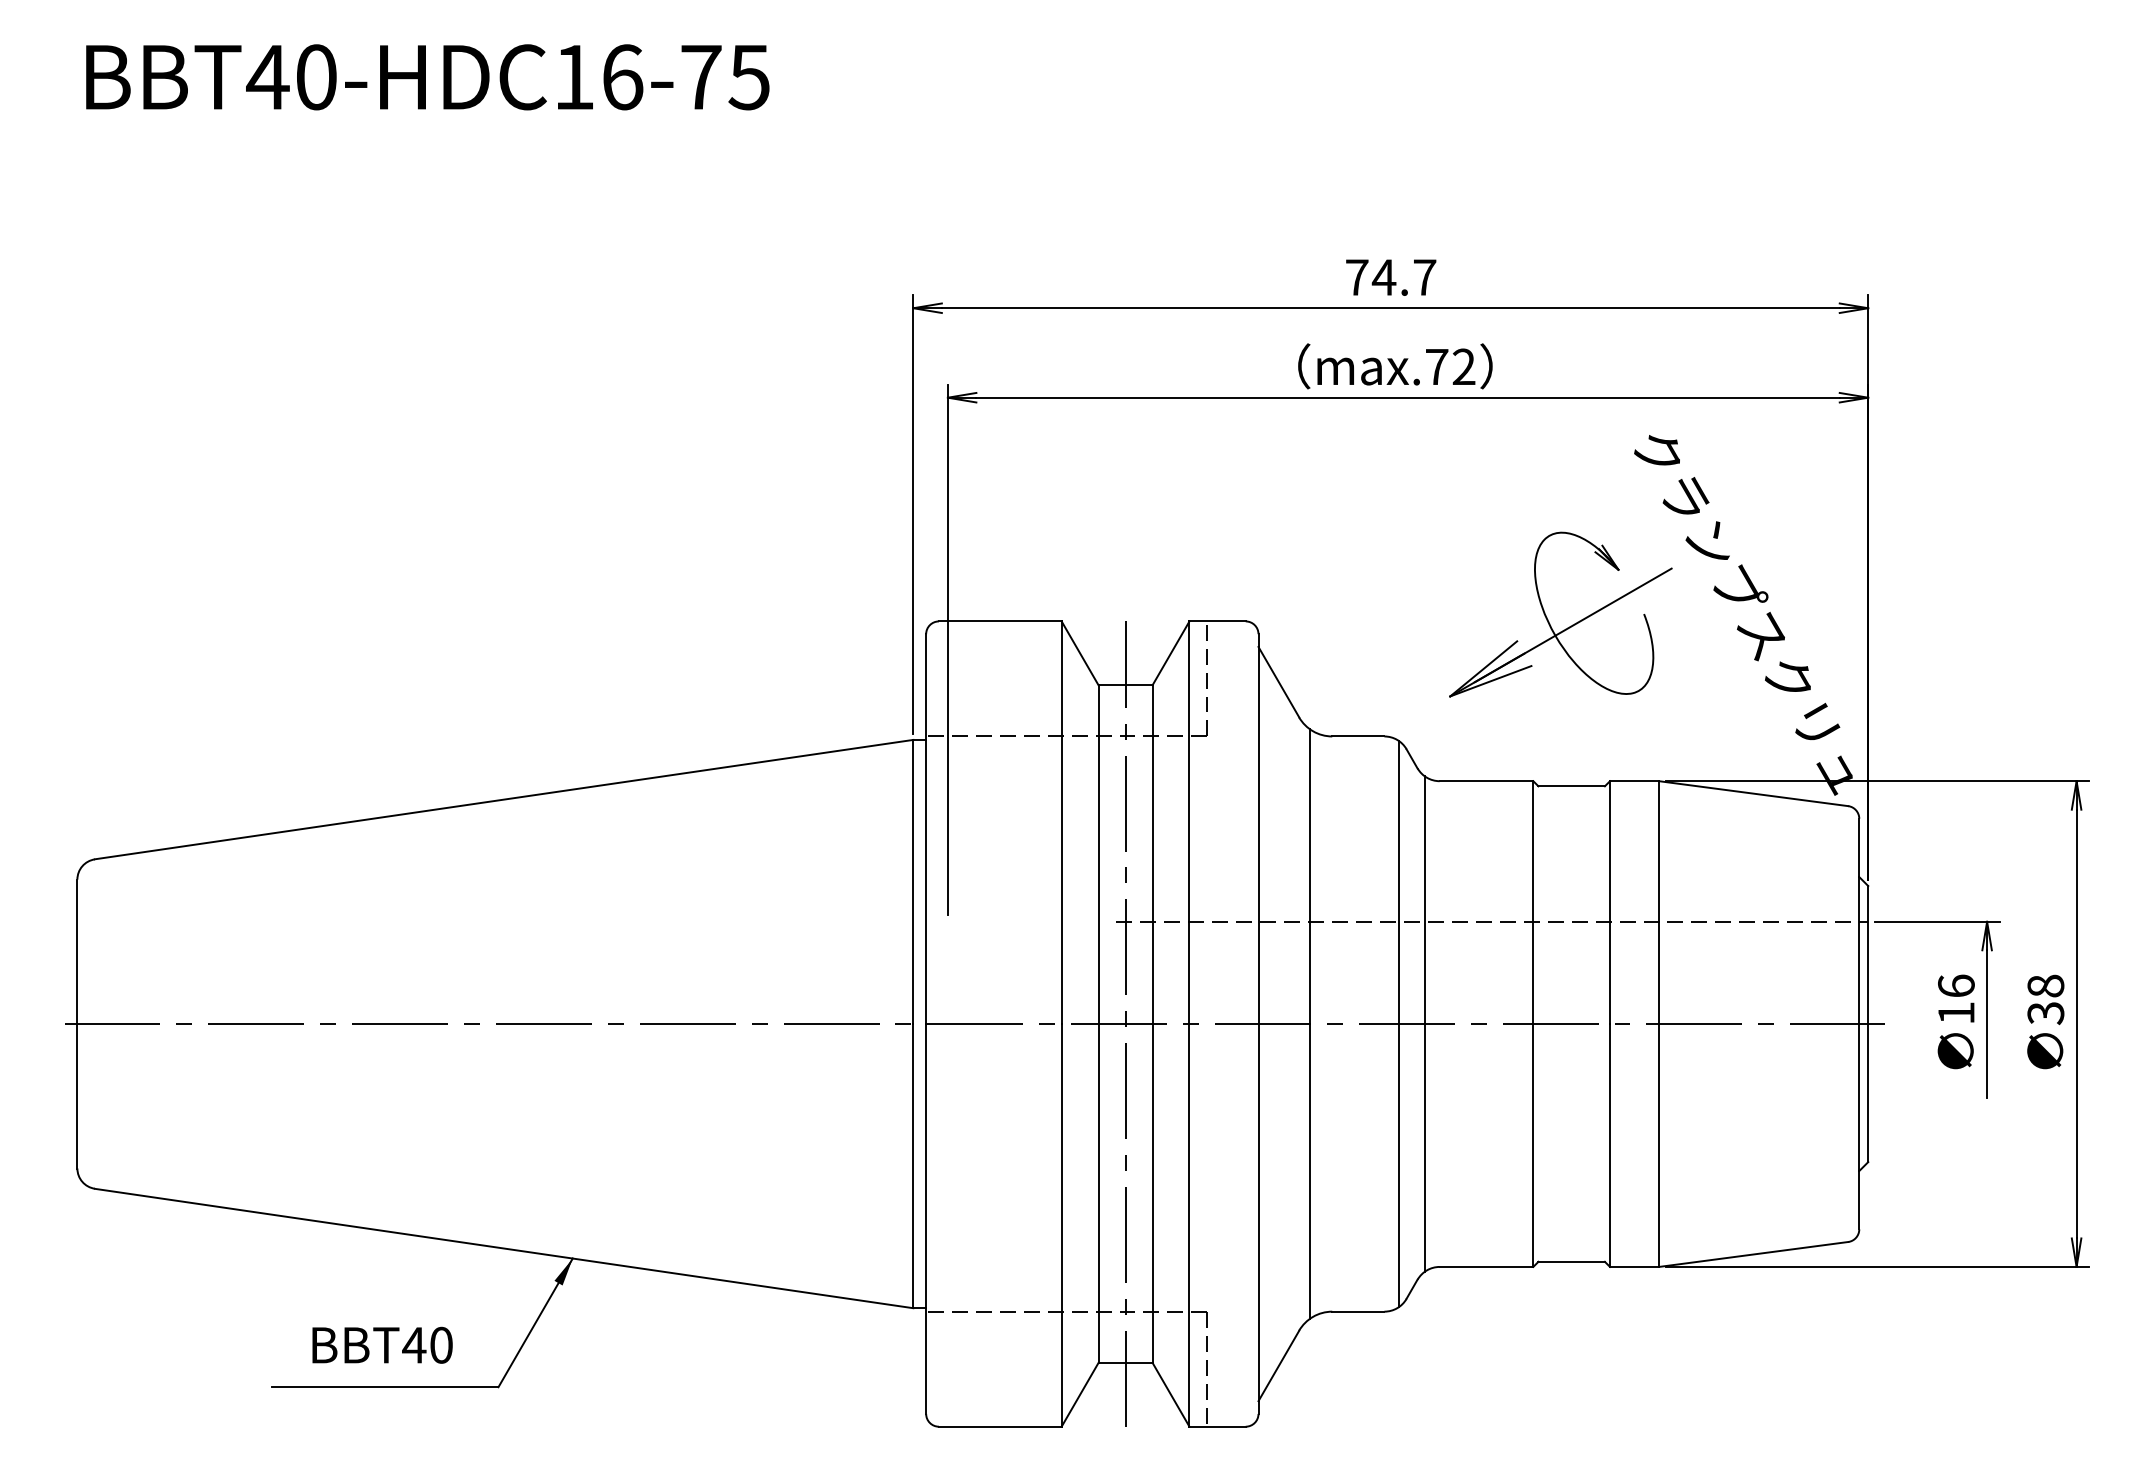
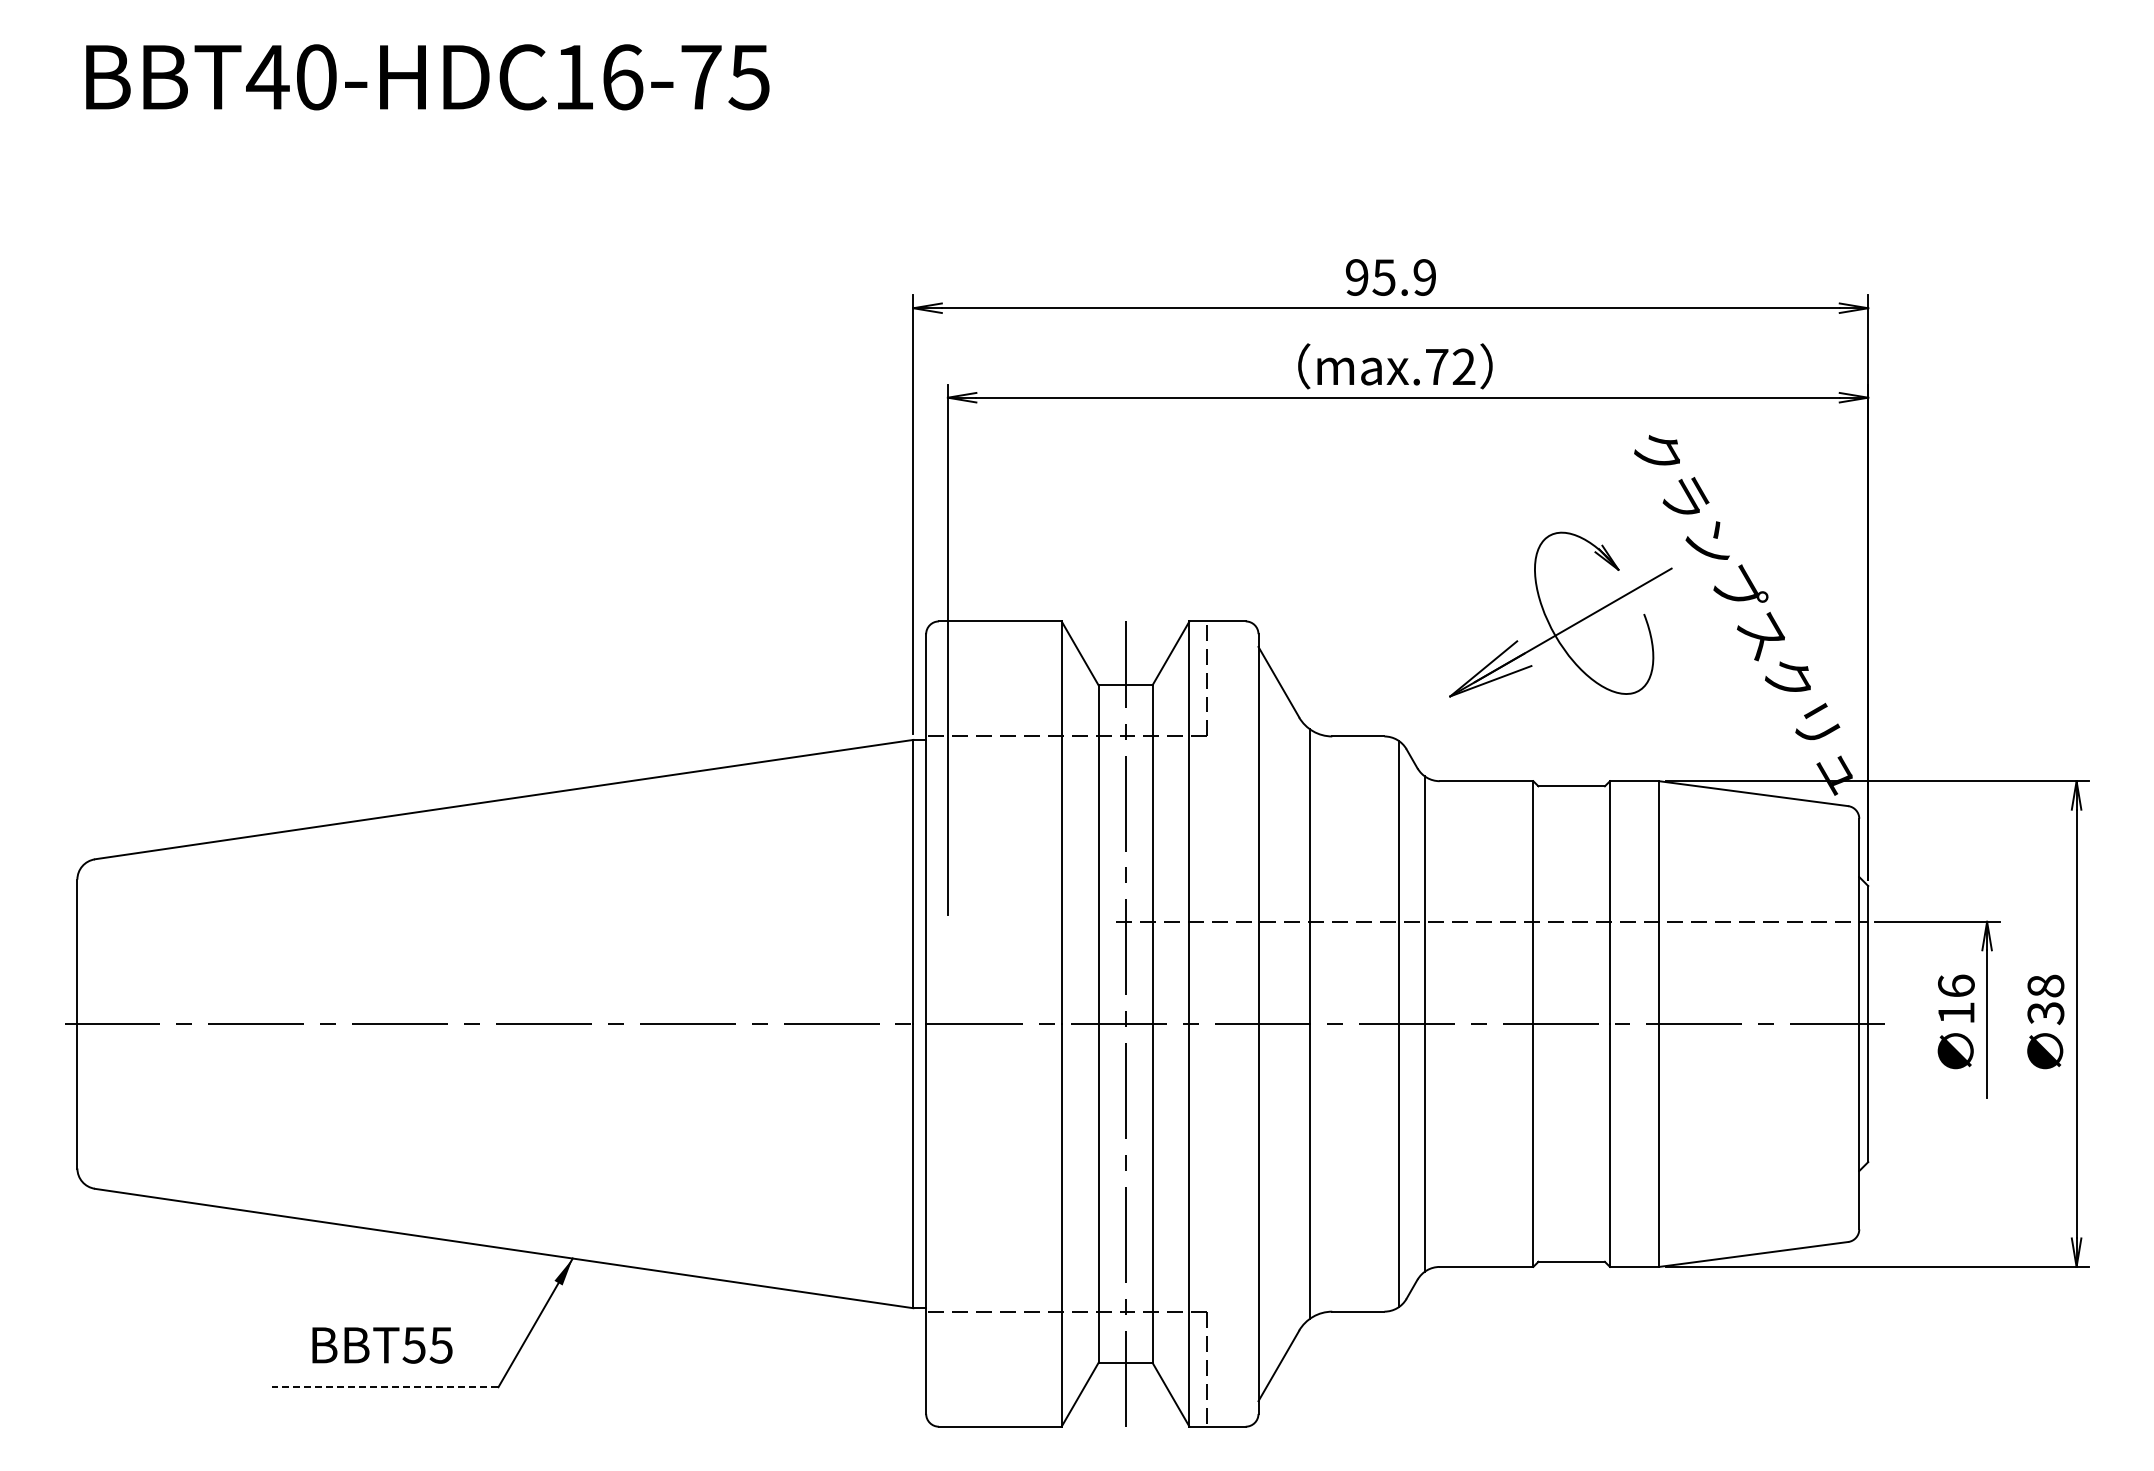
text at (1391, 277): 74.7 -> 95.9
text at (427, 1344): BBT40 -> BBT55
line at (384, 1387): solid -> dashed
